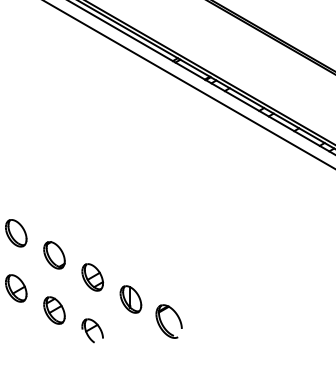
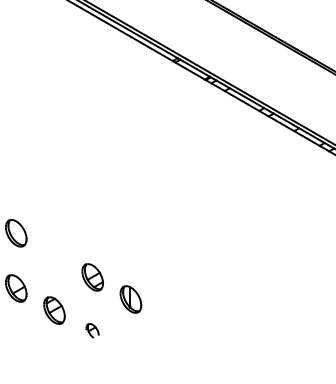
line at (189, 84): present -> none
part at (54, 255): present -> none
part at (168, 321): present -> none
part at (92, 330) size: 23x26 px -> 15x16 px
